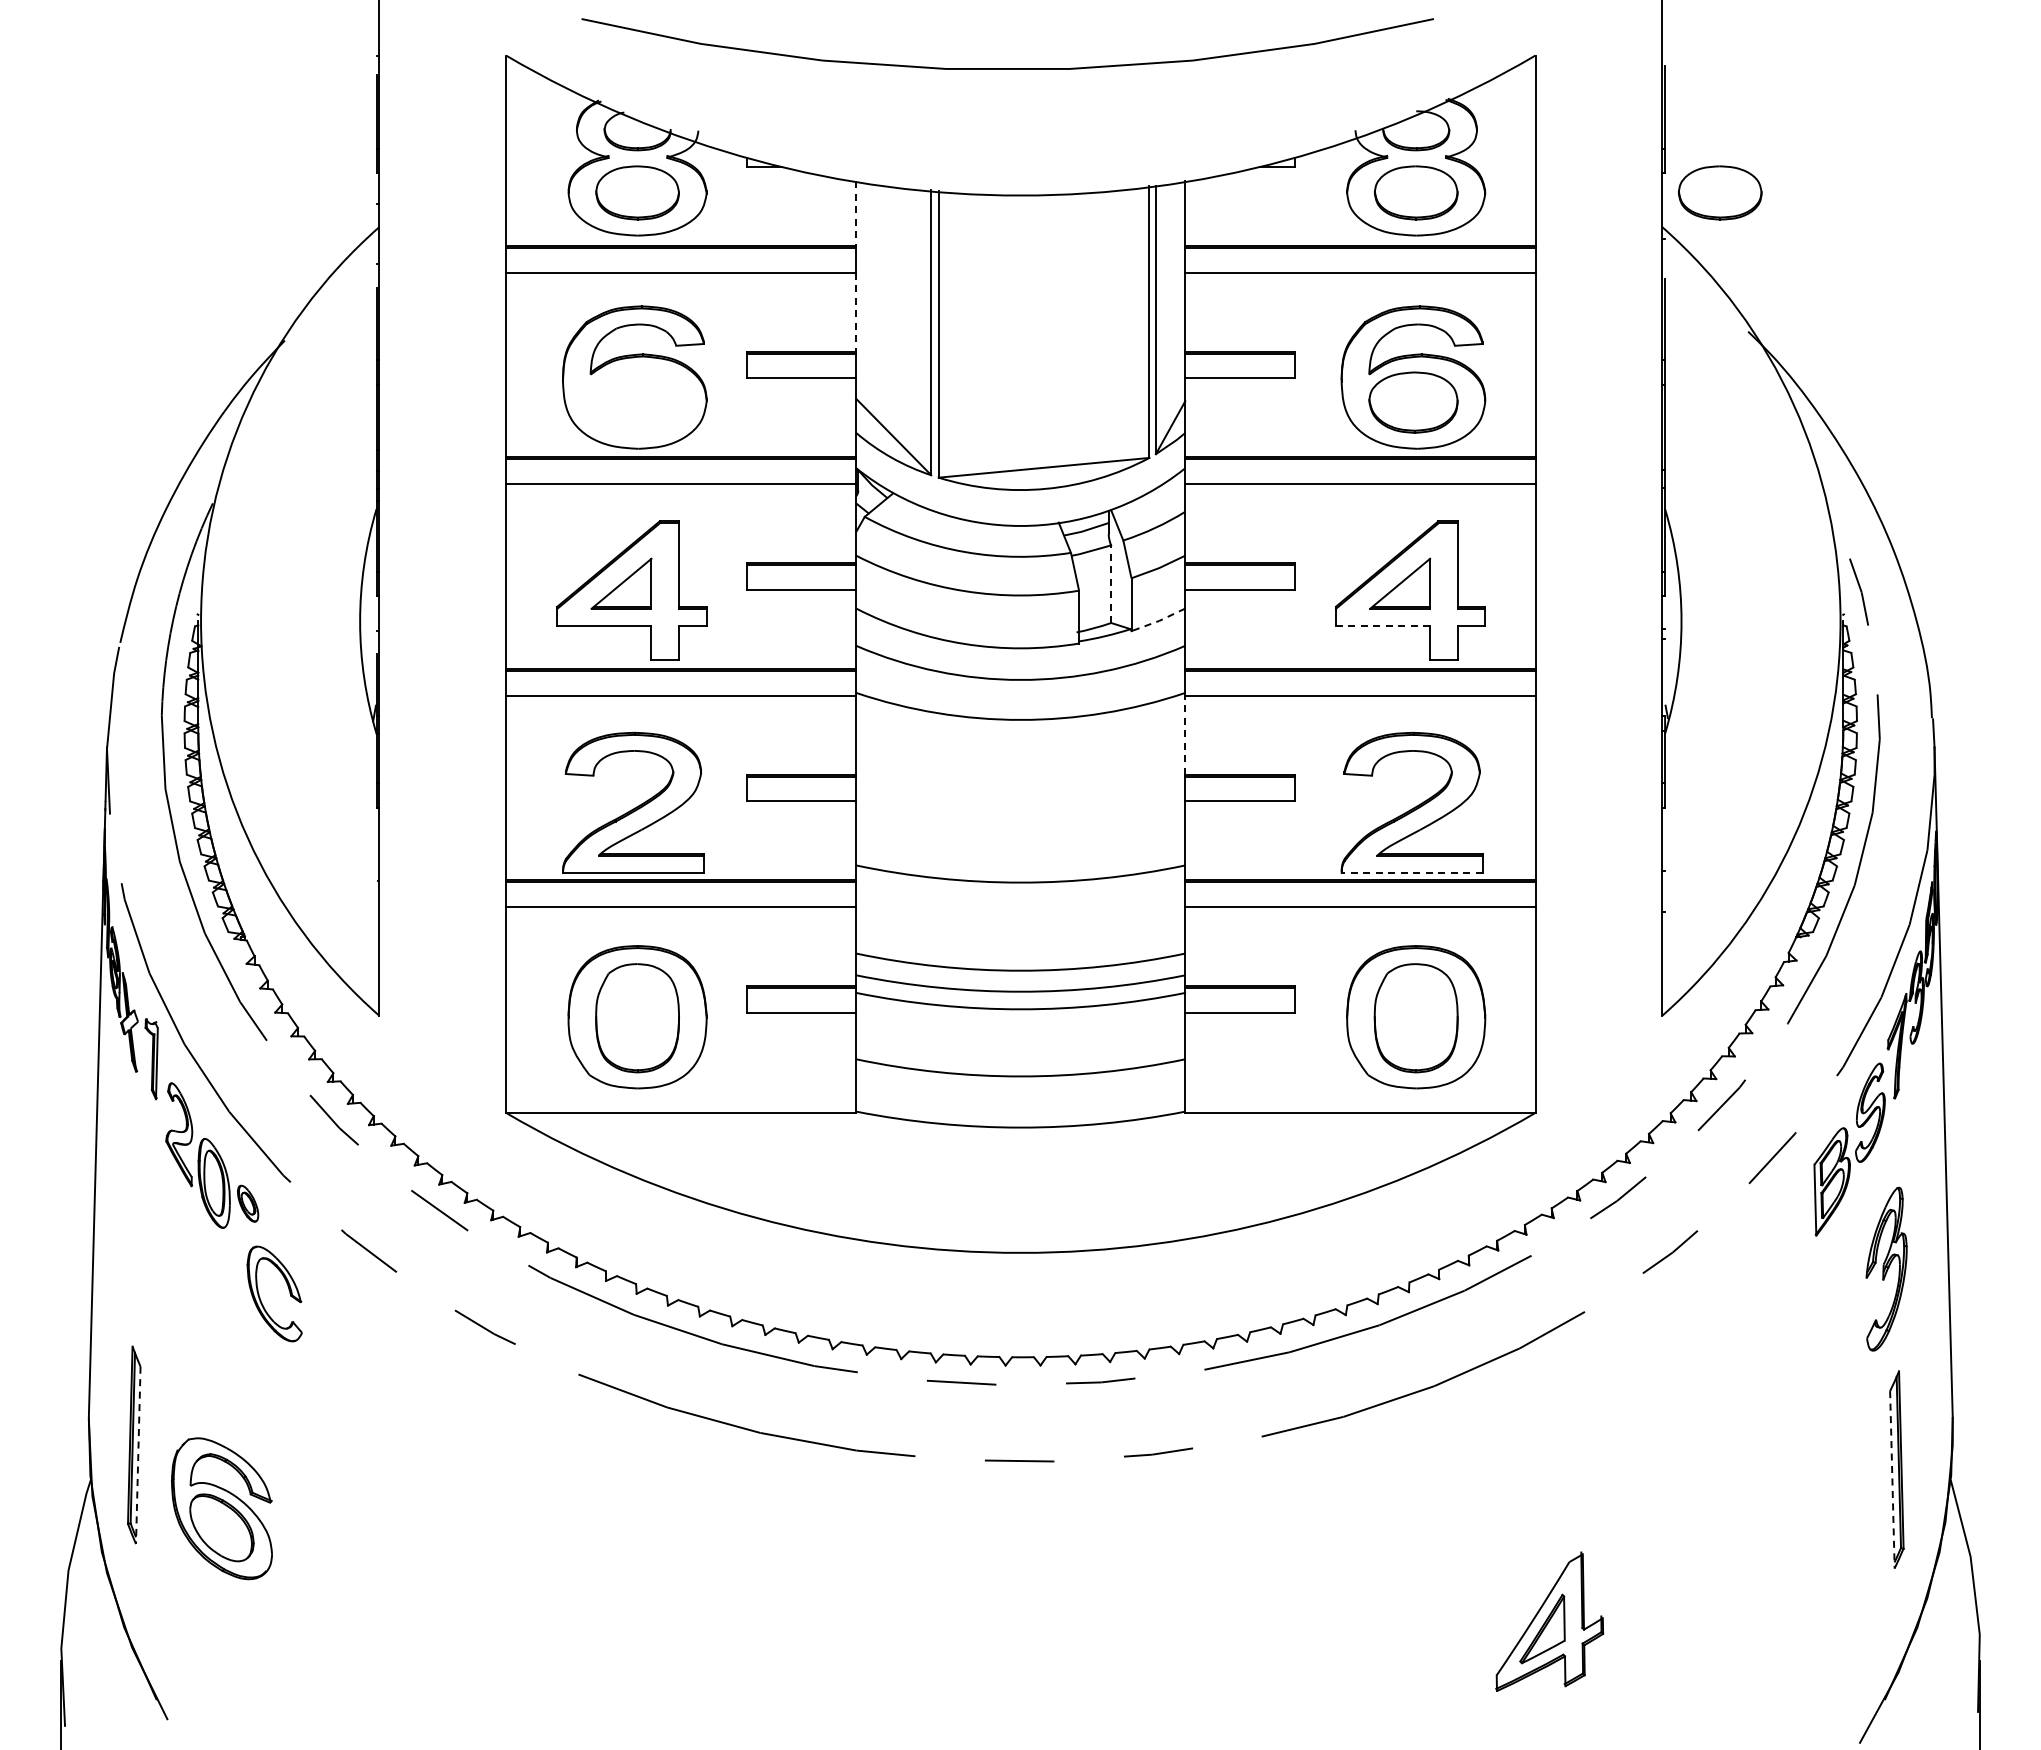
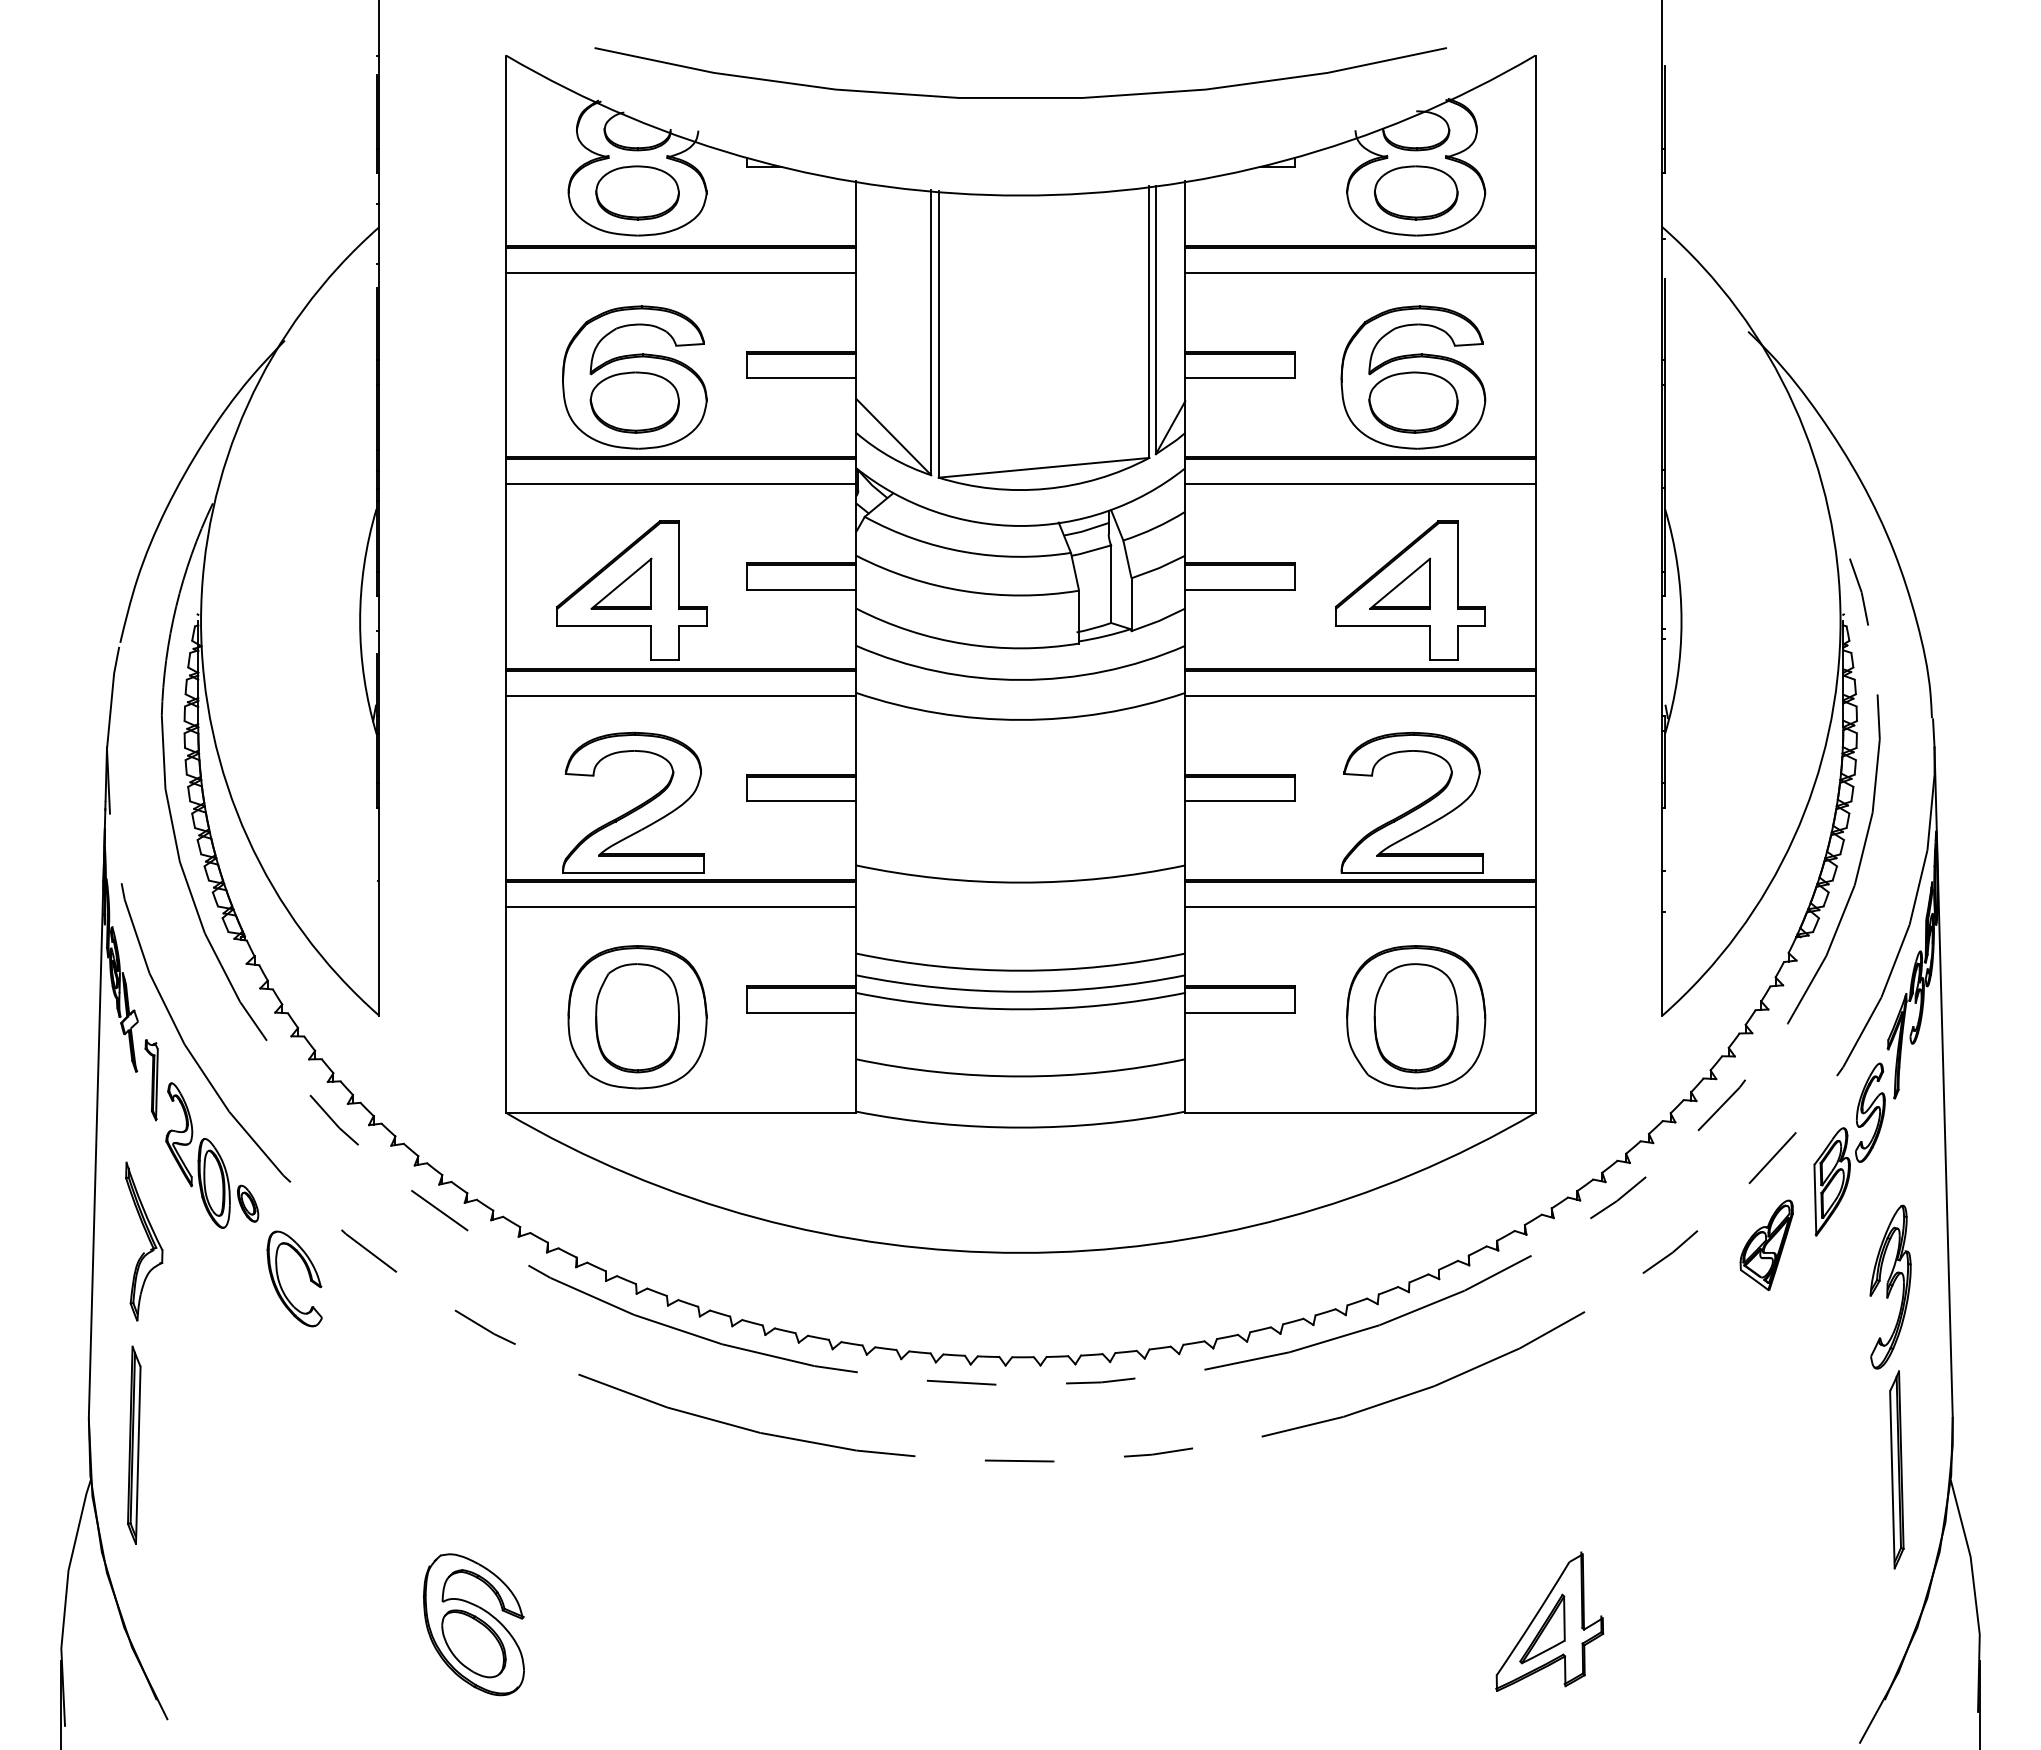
curve at (1007, 68) position: (1007, 68) -> (1020, 97)
part at (1720, 192): present -> none
line at (856, 214): dashed -> solid
line at (856, 312): dashed -> solid
part at (634, 402): none -> present
line at (1111, 584): dashed -> solid
line at (1159, 620): dashed -> solid
line at (1383, 626): dashed -> solid
line at (1185, 734): dashed -> solid
line at (1411, 873): dashed -> solid
part at (151, 1059) position: (151, 1059) -> (151, 1080)
part at (144, 1241): none -> present
part at (1766, 1245): none -> present
part at (1886, 1268) position: (1886, 1268) -> (1890, 1286)
part at (288, 1290) position: (288, 1290) -> (308, 1275)
line at (138, 1455): dashed -> solid
line at (1892, 1479): dashed -> solid
part at (221, 1508) position: (221, 1508) -> (473, 1624)
